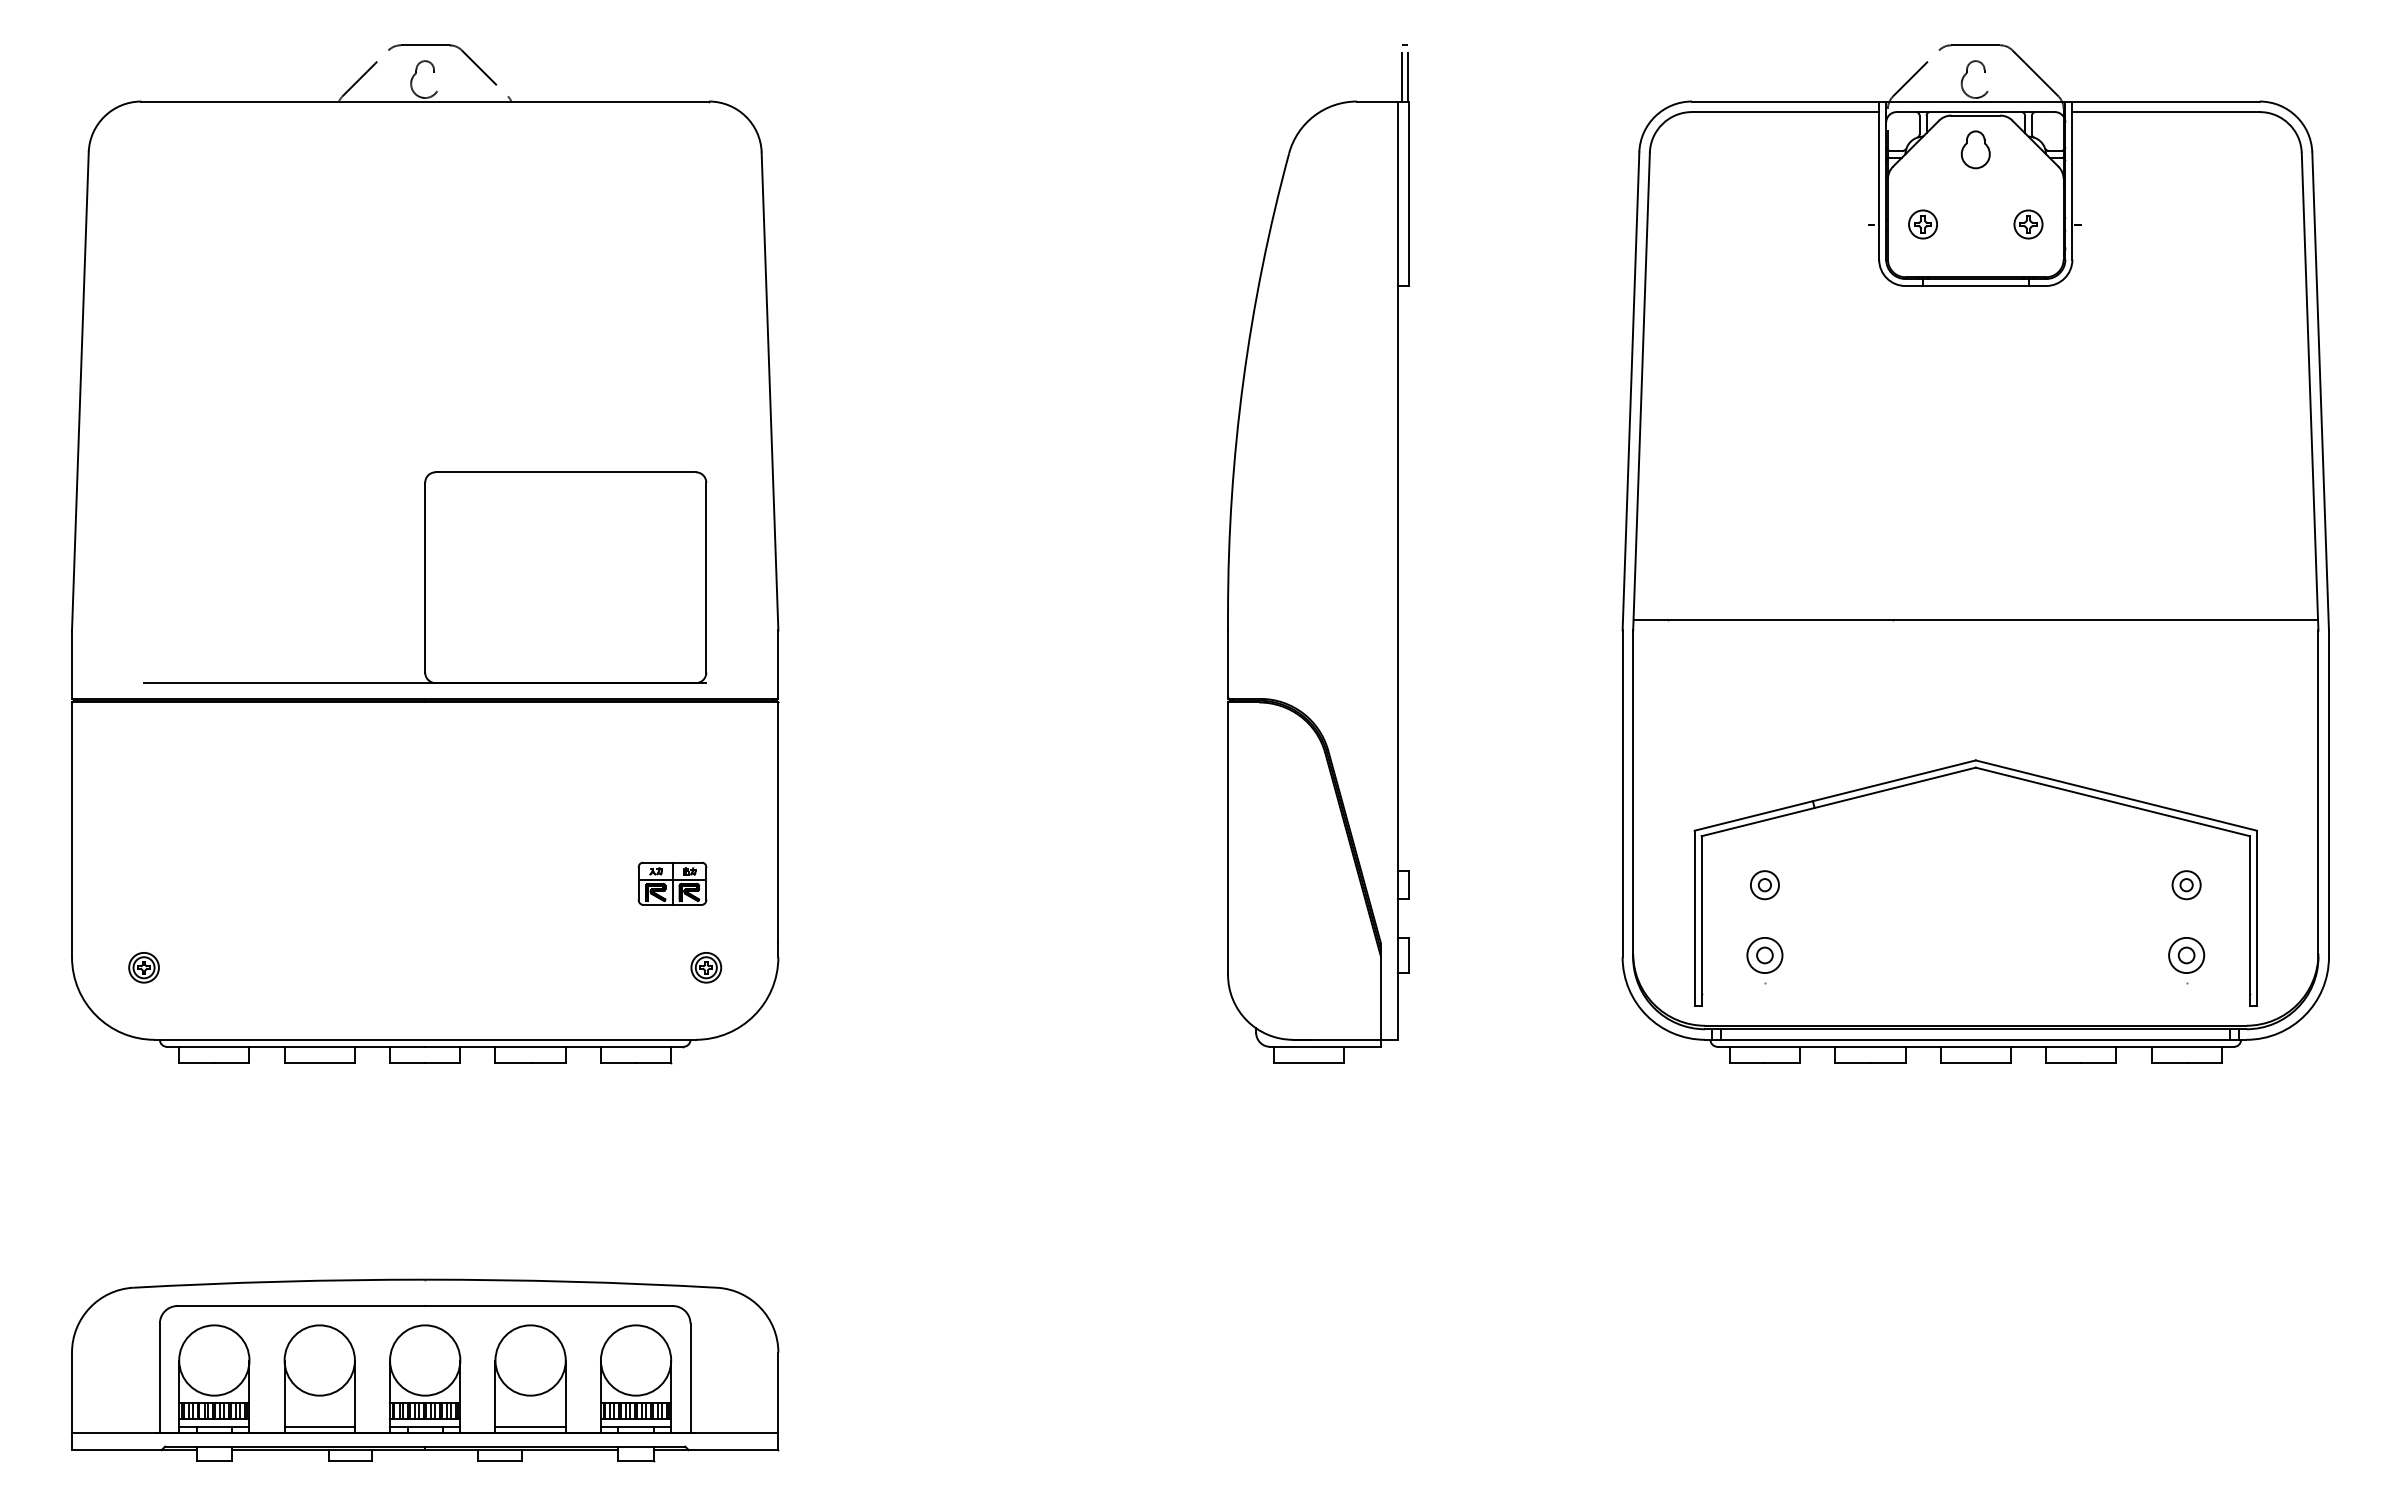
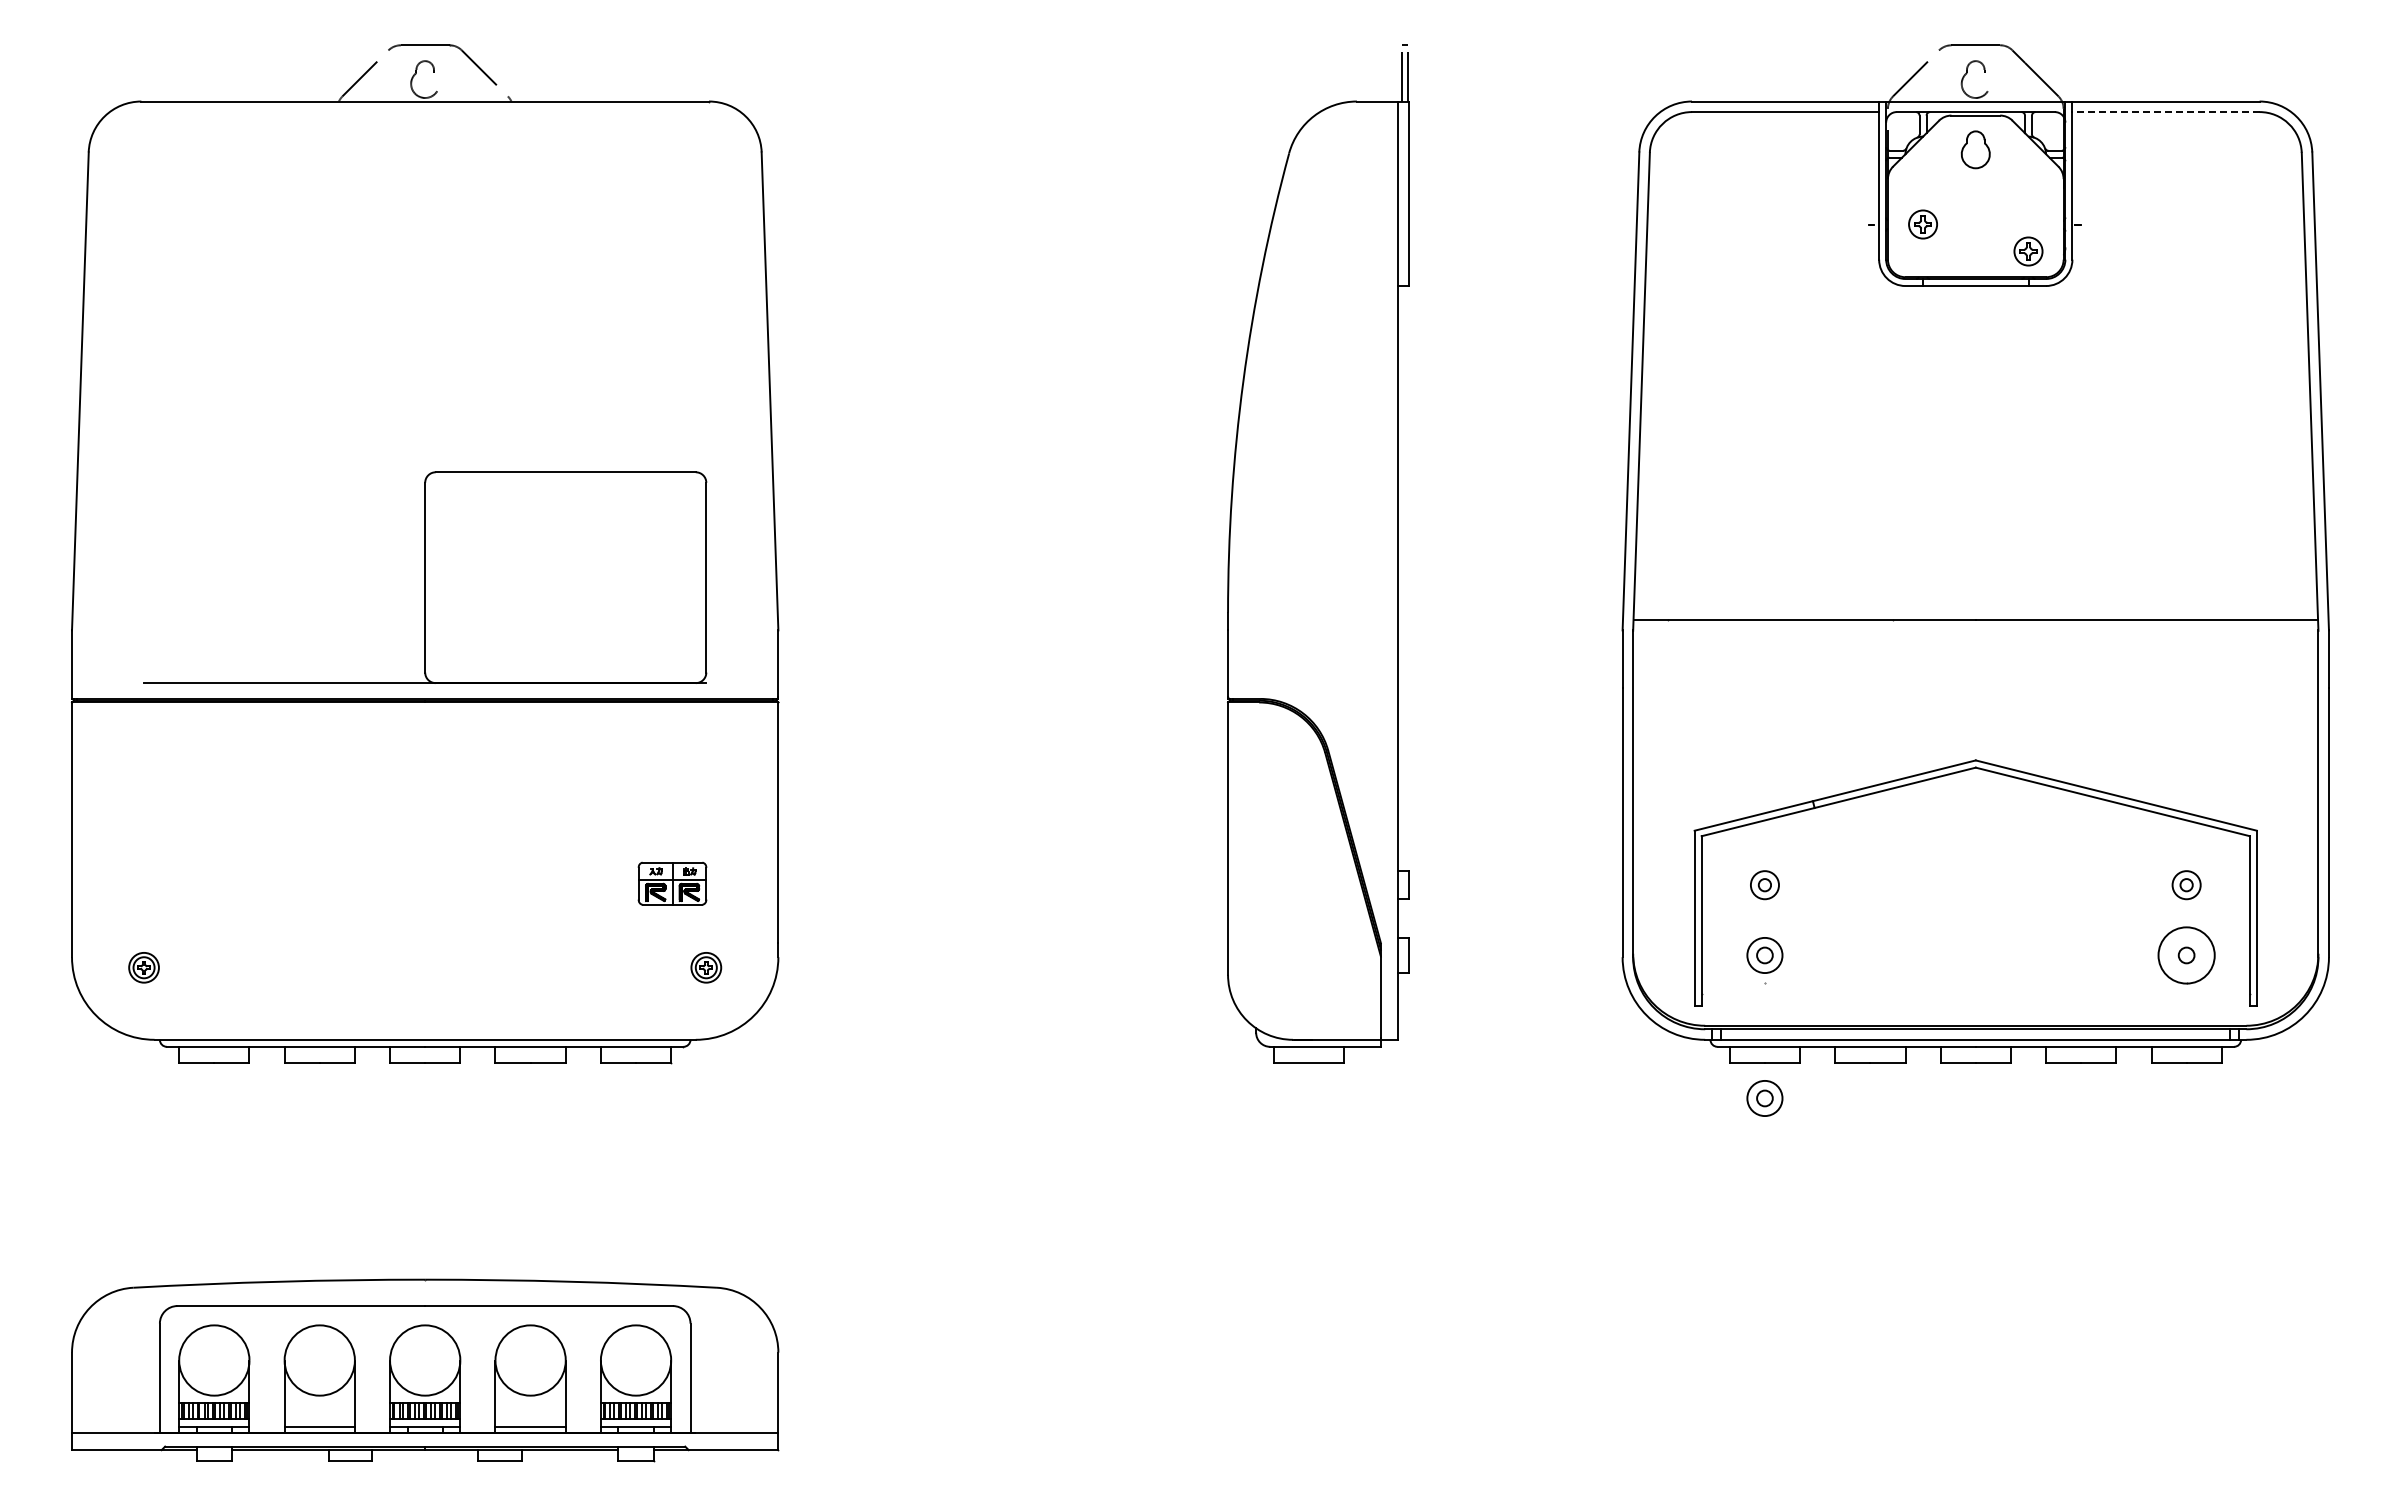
line at (2166, 112): solid -> dashed
part at (2028, 224) position: (2028, 224) -> (2028, 251)
circle at (2186, 955) diameter: 35 px -> 56 px
part at (1764, 1098): none -> present
